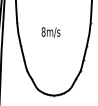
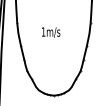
text at (43, 31): 8m/s -> 1m/s
